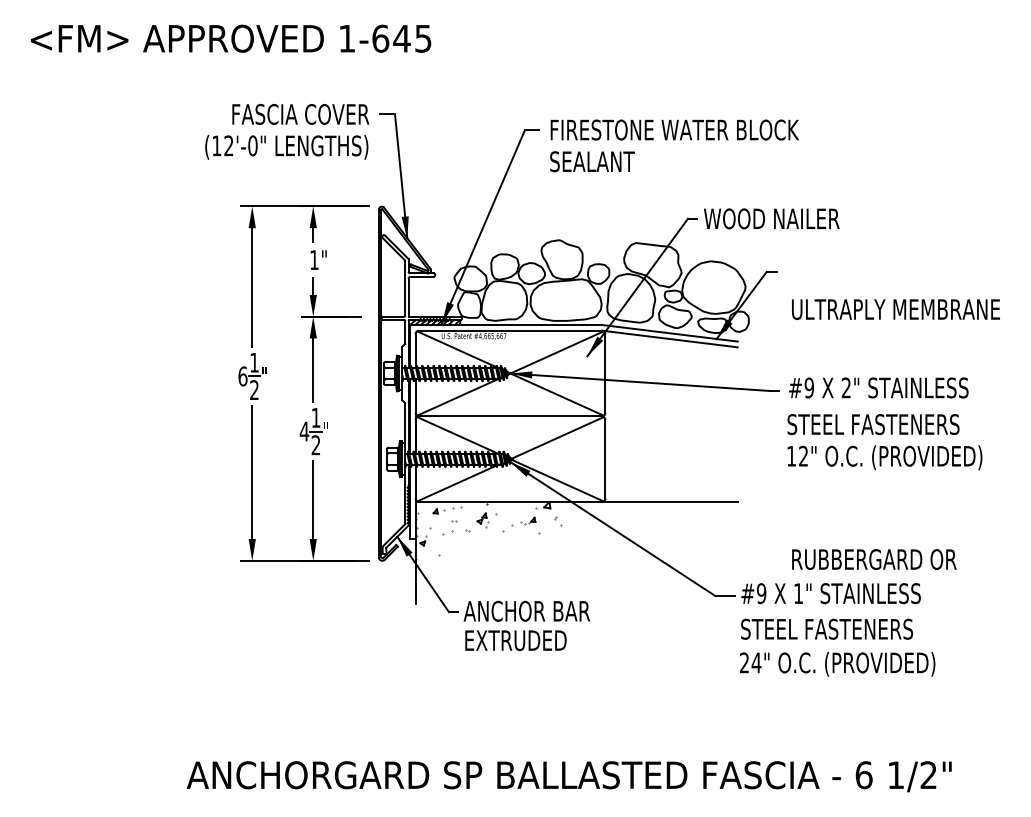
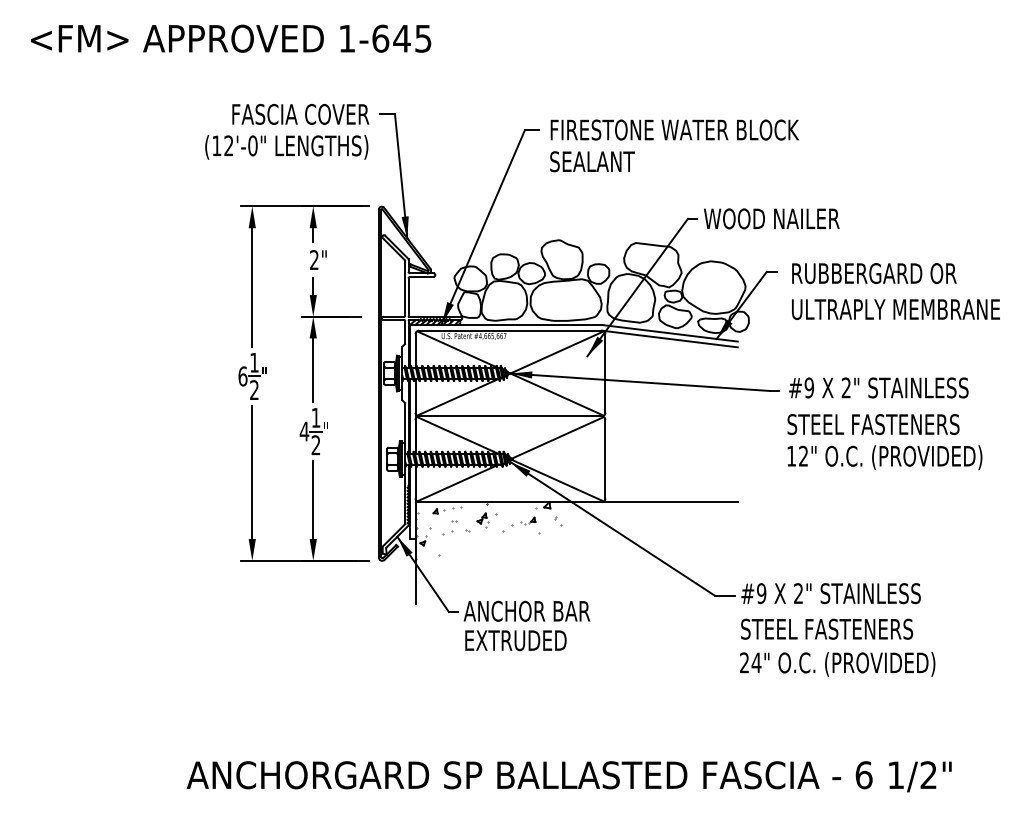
text at (314, 259): 1" -> 2"
text at (874, 559) position: (874, 559) -> (874, 273)
text at (798, 593): 1" -> 2"
